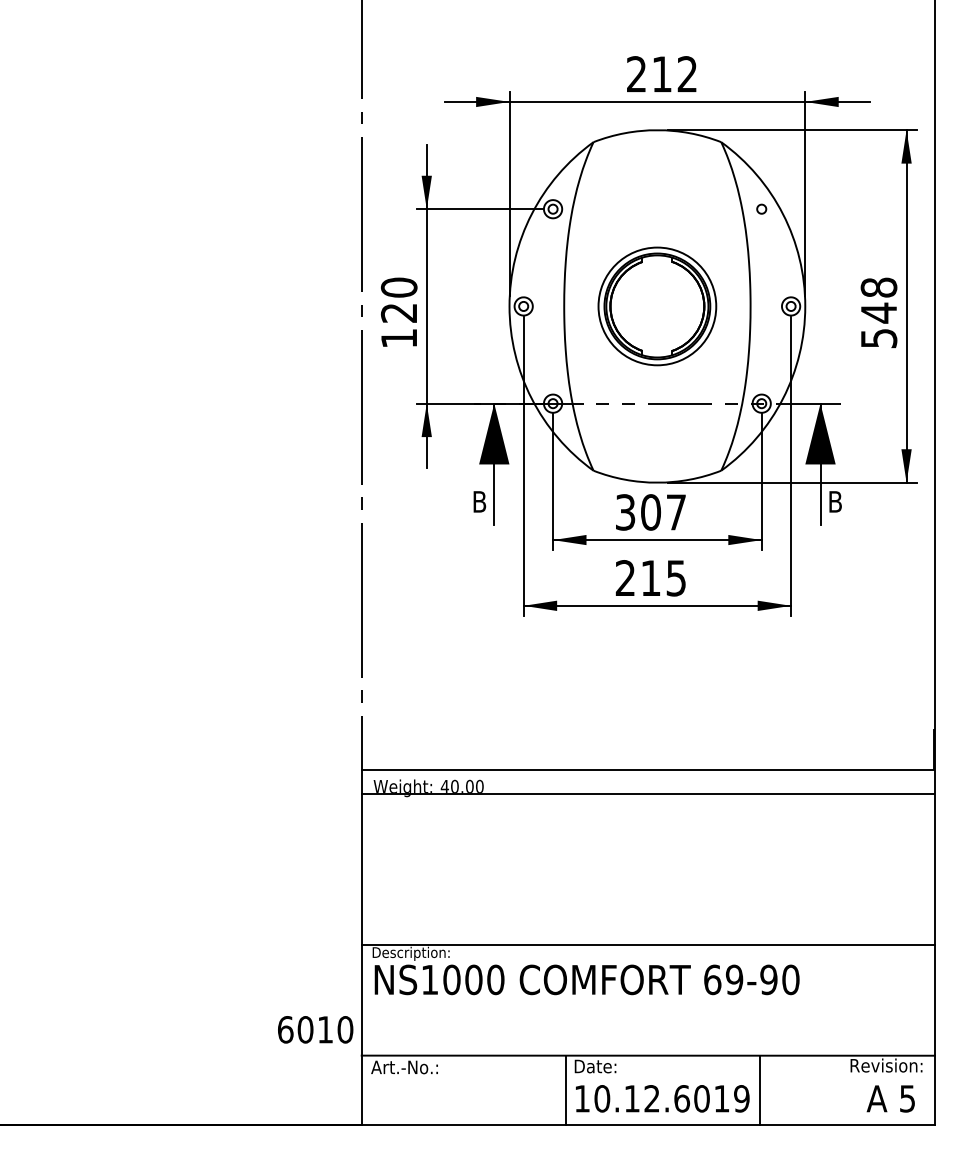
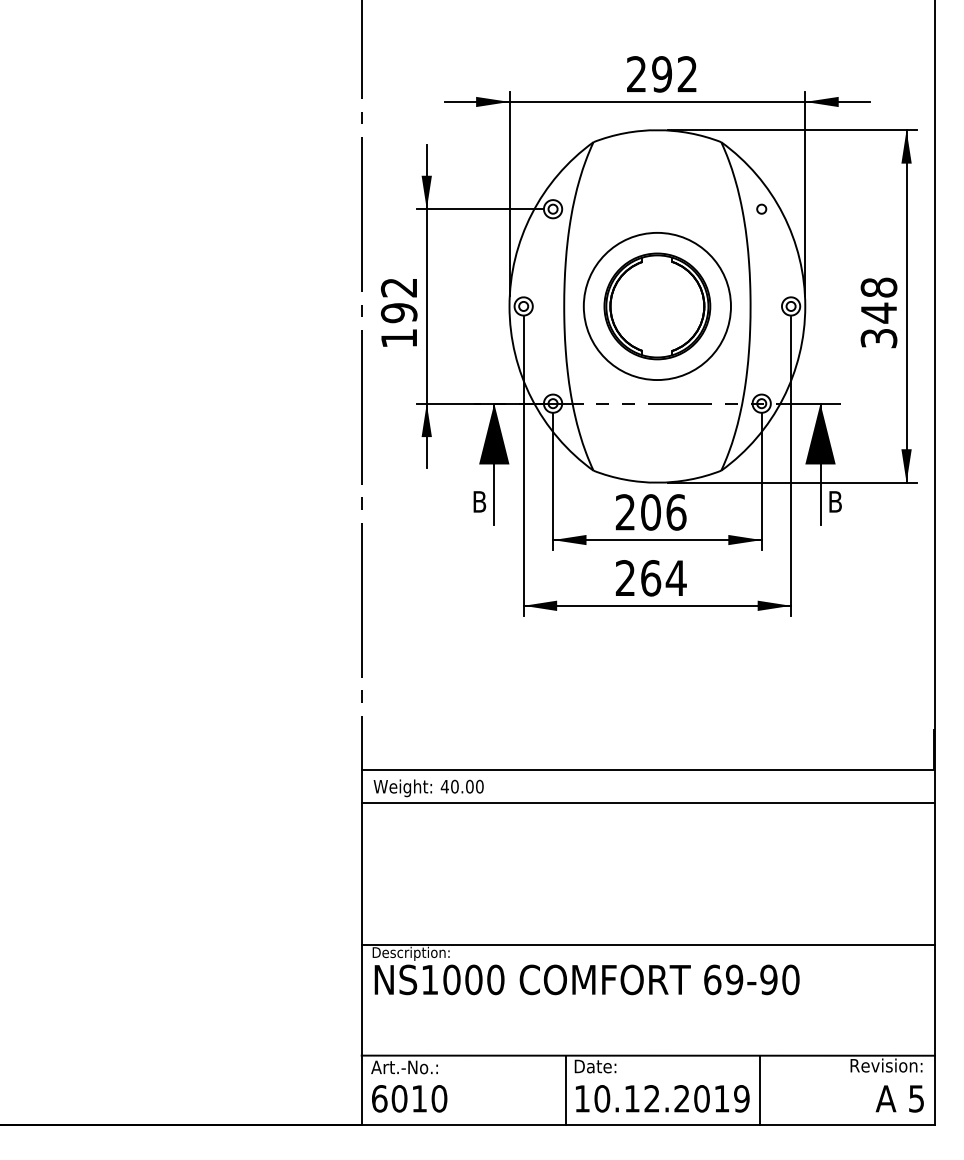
text at (662, 74): 212 -> 292
text at (398, 300): 120 -> 192
circle at (657, 306) diameter: 118 px -> 147 px
text at (878, 338): 548 -> 348
text at (650, 512): 307 -> 206
text at (663, 578): 215 -> 264
line at (647, 794) position: (647, 794) -> (647, 803)
text at (315, 1029) position: (315, 1029) -> (409, 1098)
text at (682, 1098): 10.12.6019 -> 10.12.2019
text at (890, 1098) position: (890, 1098) -> (899, 1098)
